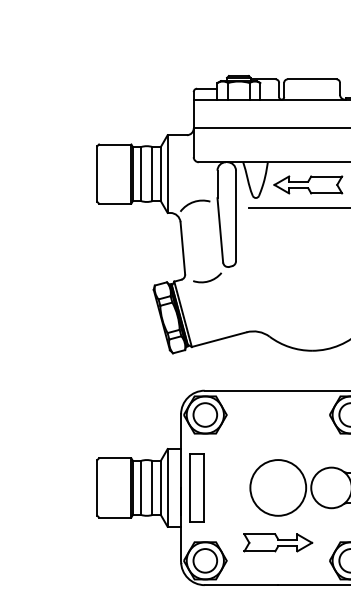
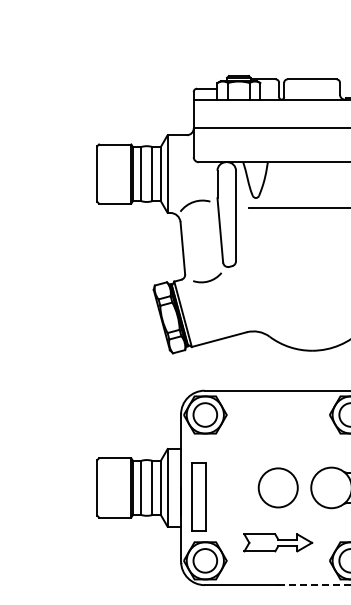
part at (308, 184): present -> none
part at (196, 487) position: (196, 487) -> (198, 496)
circle at (278, 487) diameter: 56 px -> 39 px
line at (313, 585): solid -> dashed
